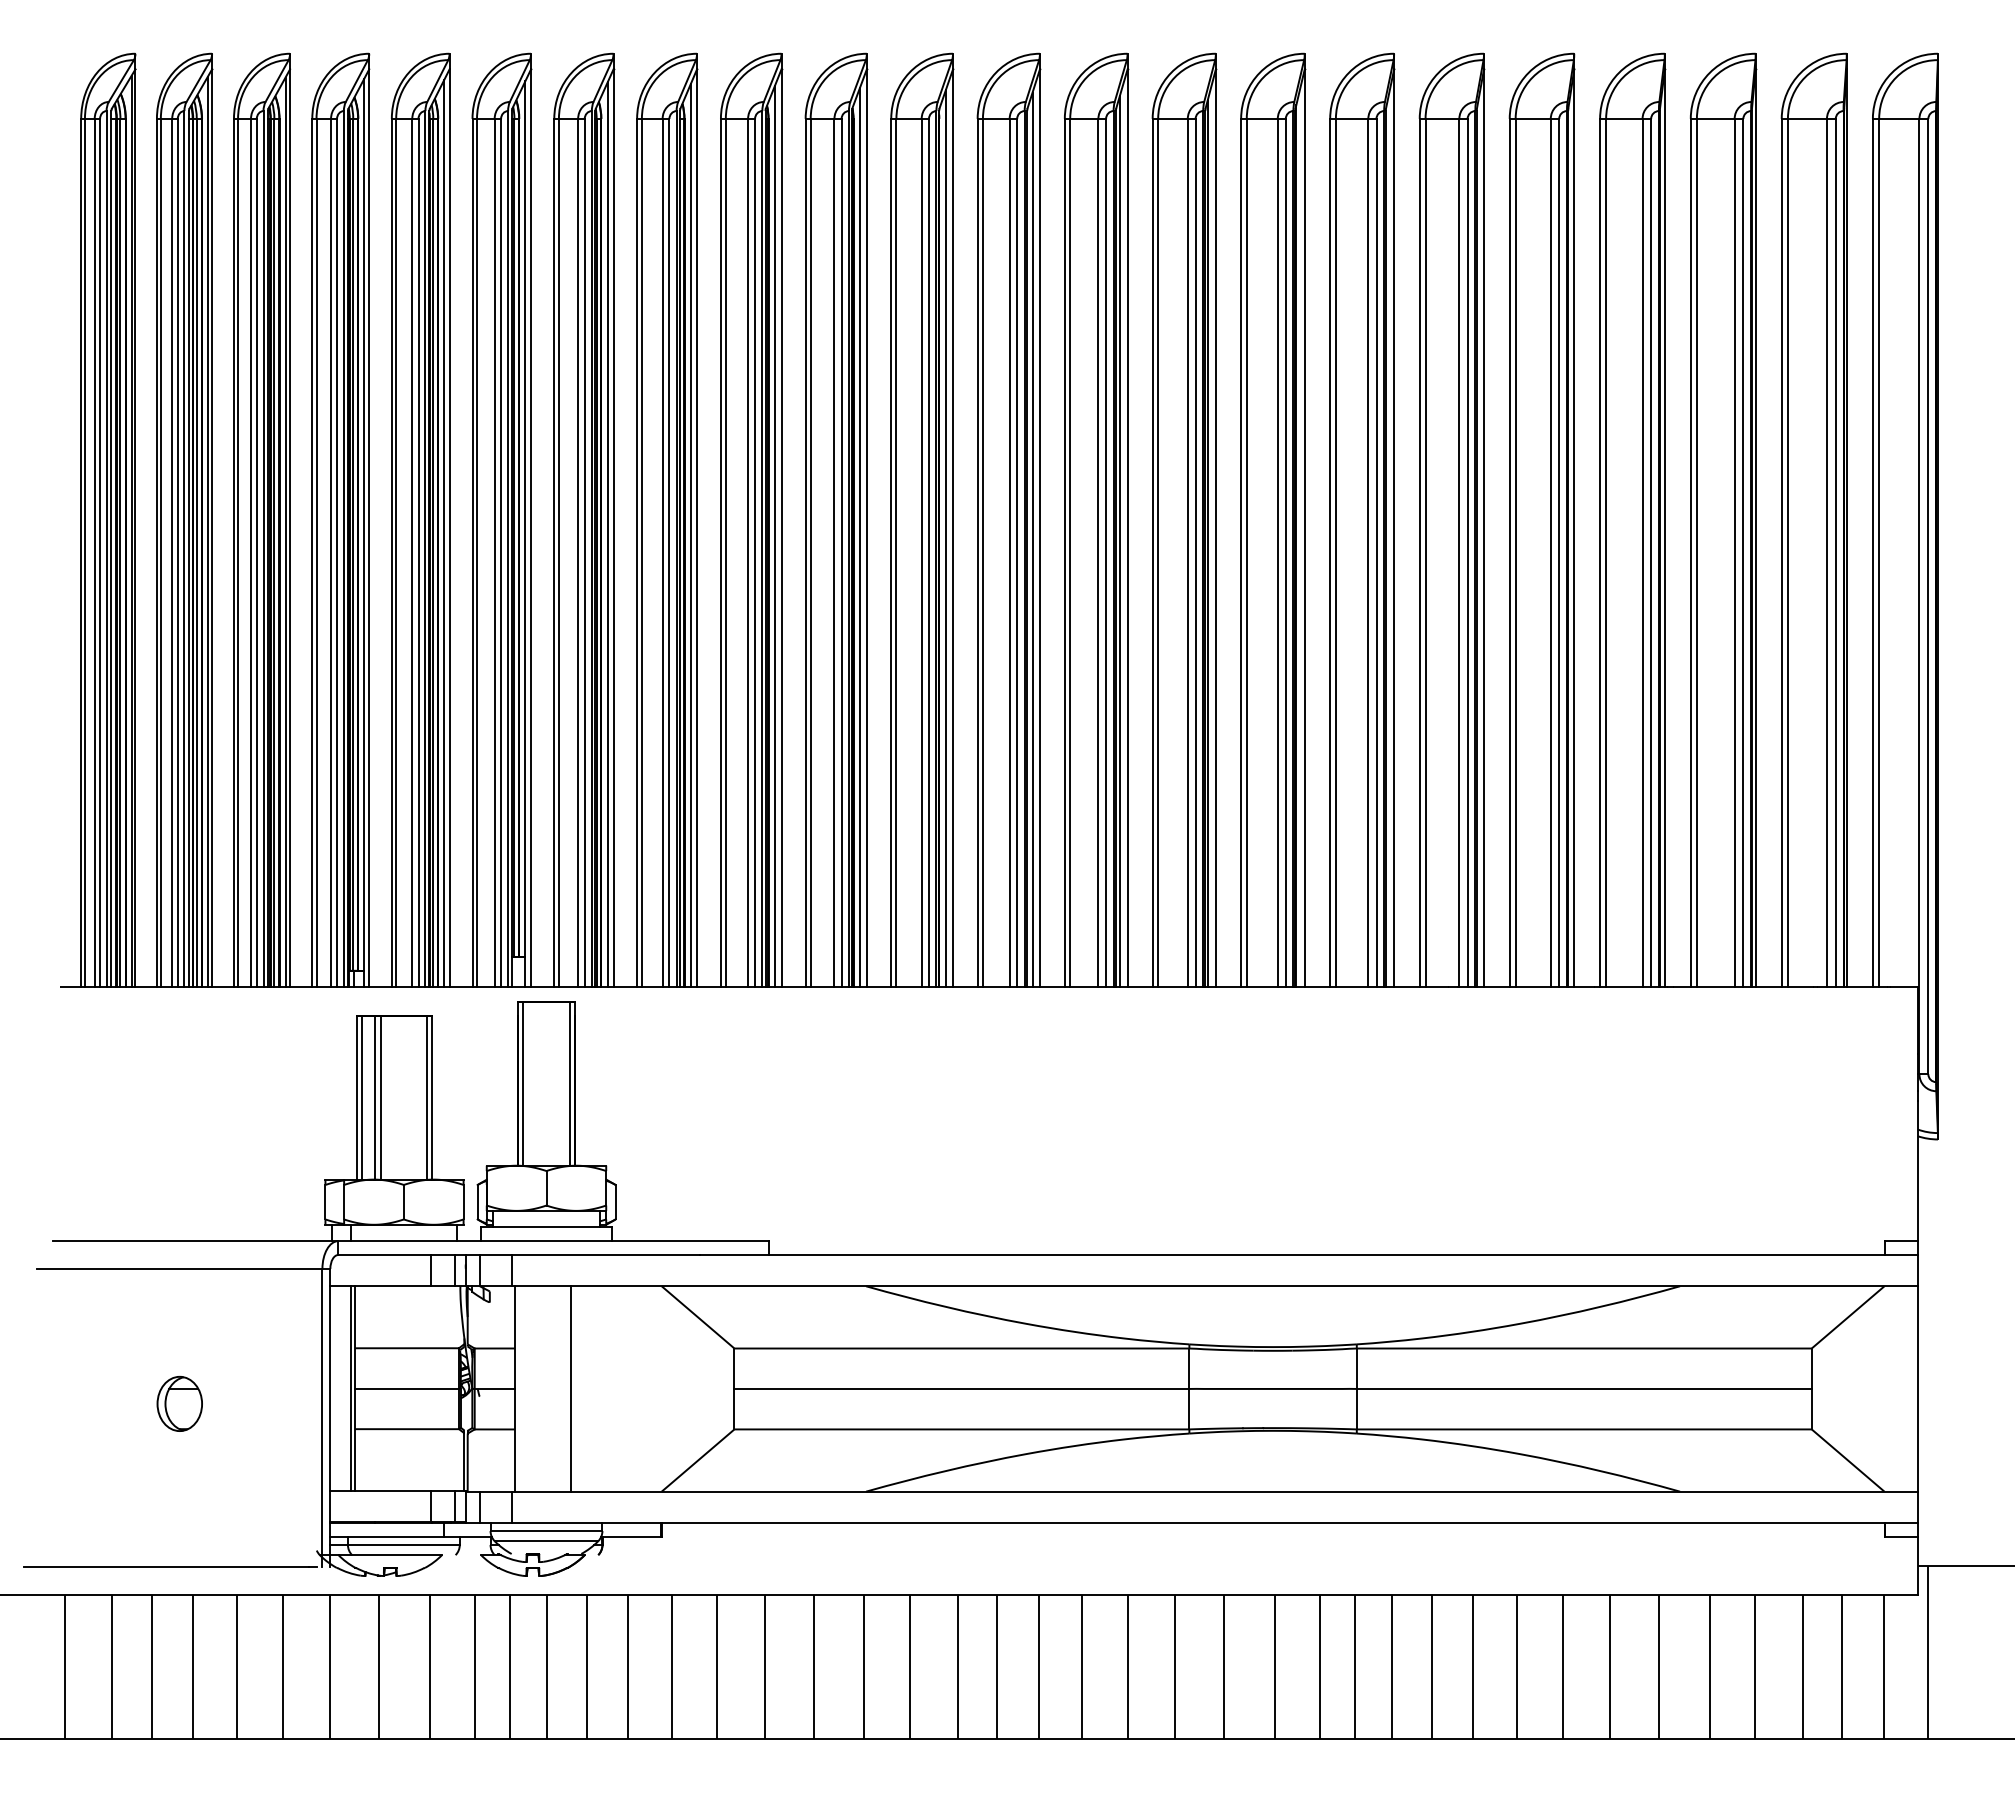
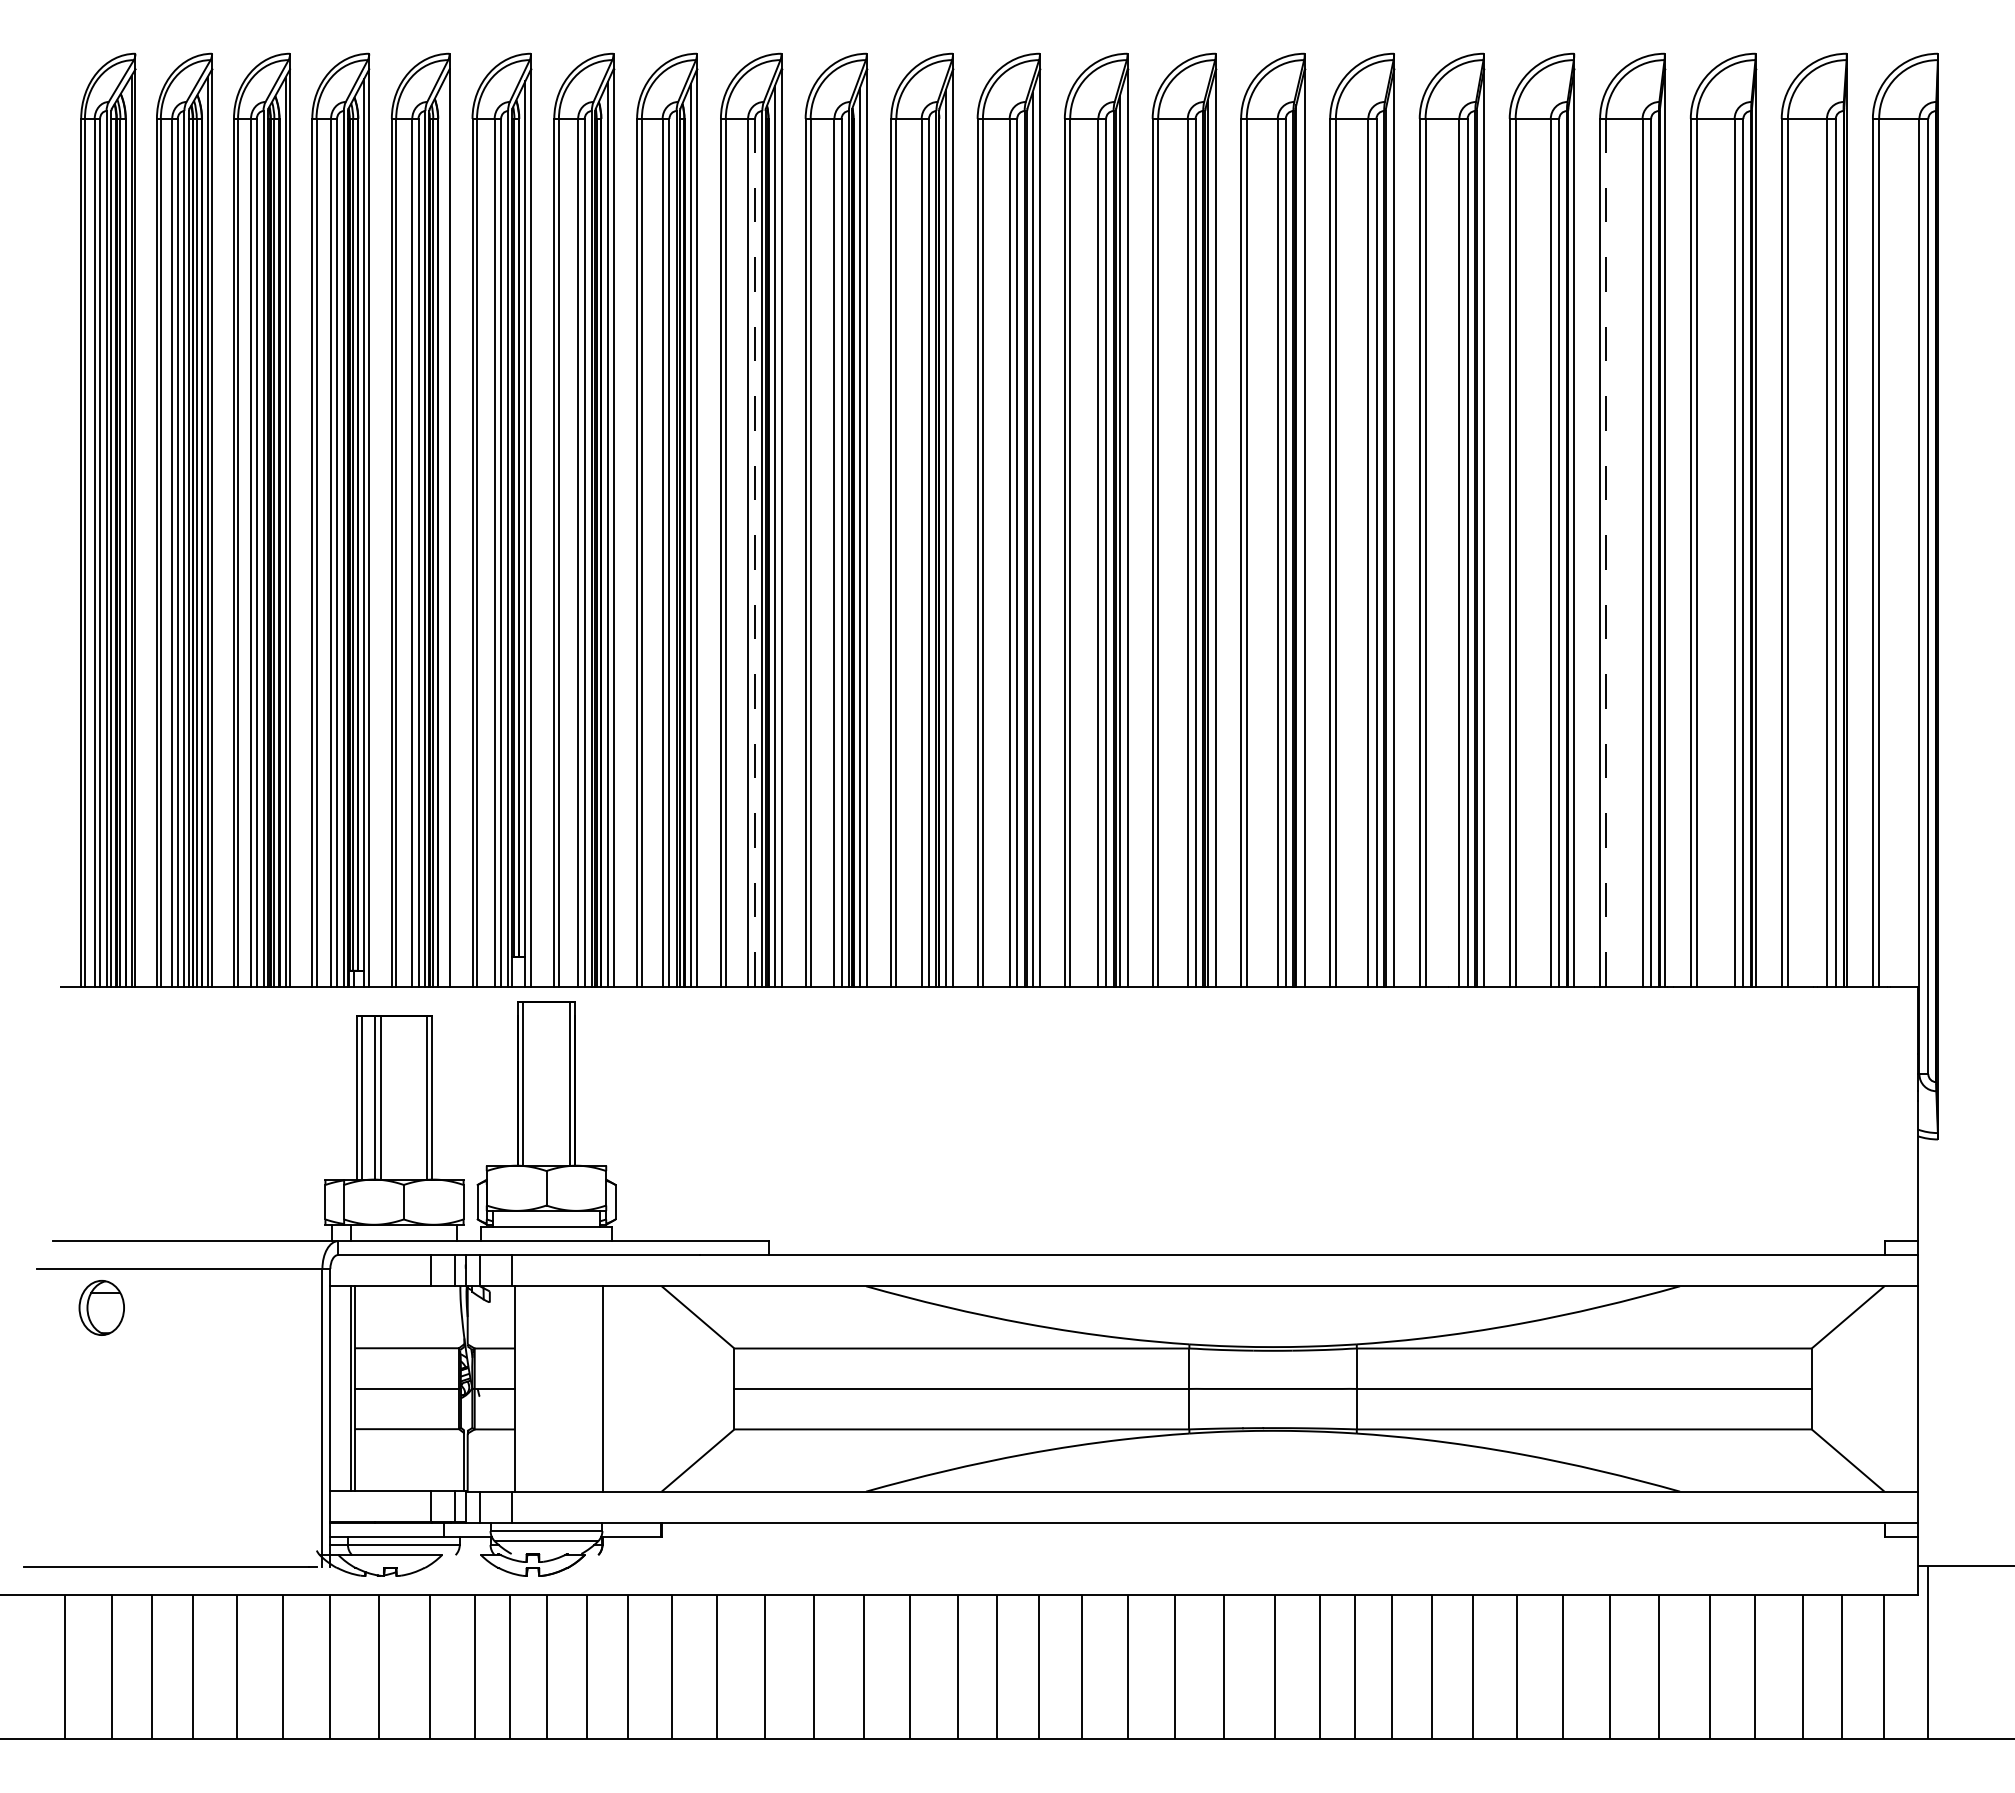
line at (444, 532): present -> none
line at (755, 552): solid -> dashed
line at (1606, 552): solid -> dashed
line at (570, 1388) position: (570, 1388) -> (602, 1388)
part at (179, 1403) position: (179, 1403) -> (101, 1307)
